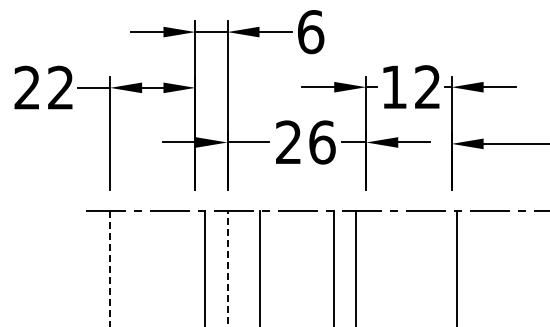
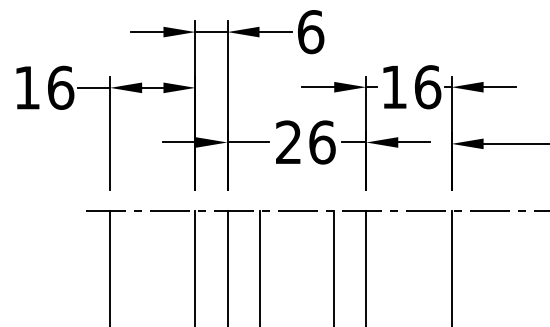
text at (44, 87): 22 -> 16
text at (427, 87): 12 -> 16
line at (205, 267) position: (205, 267) -> (195, 267)
line at (356, 267) position: (356, 267) -> (366, 267)
line at (456, 267) position: (456, 267) -> (451, 267)
line at (227, 268): dashed -> solid
line at (110, 269): dashed -> solid
